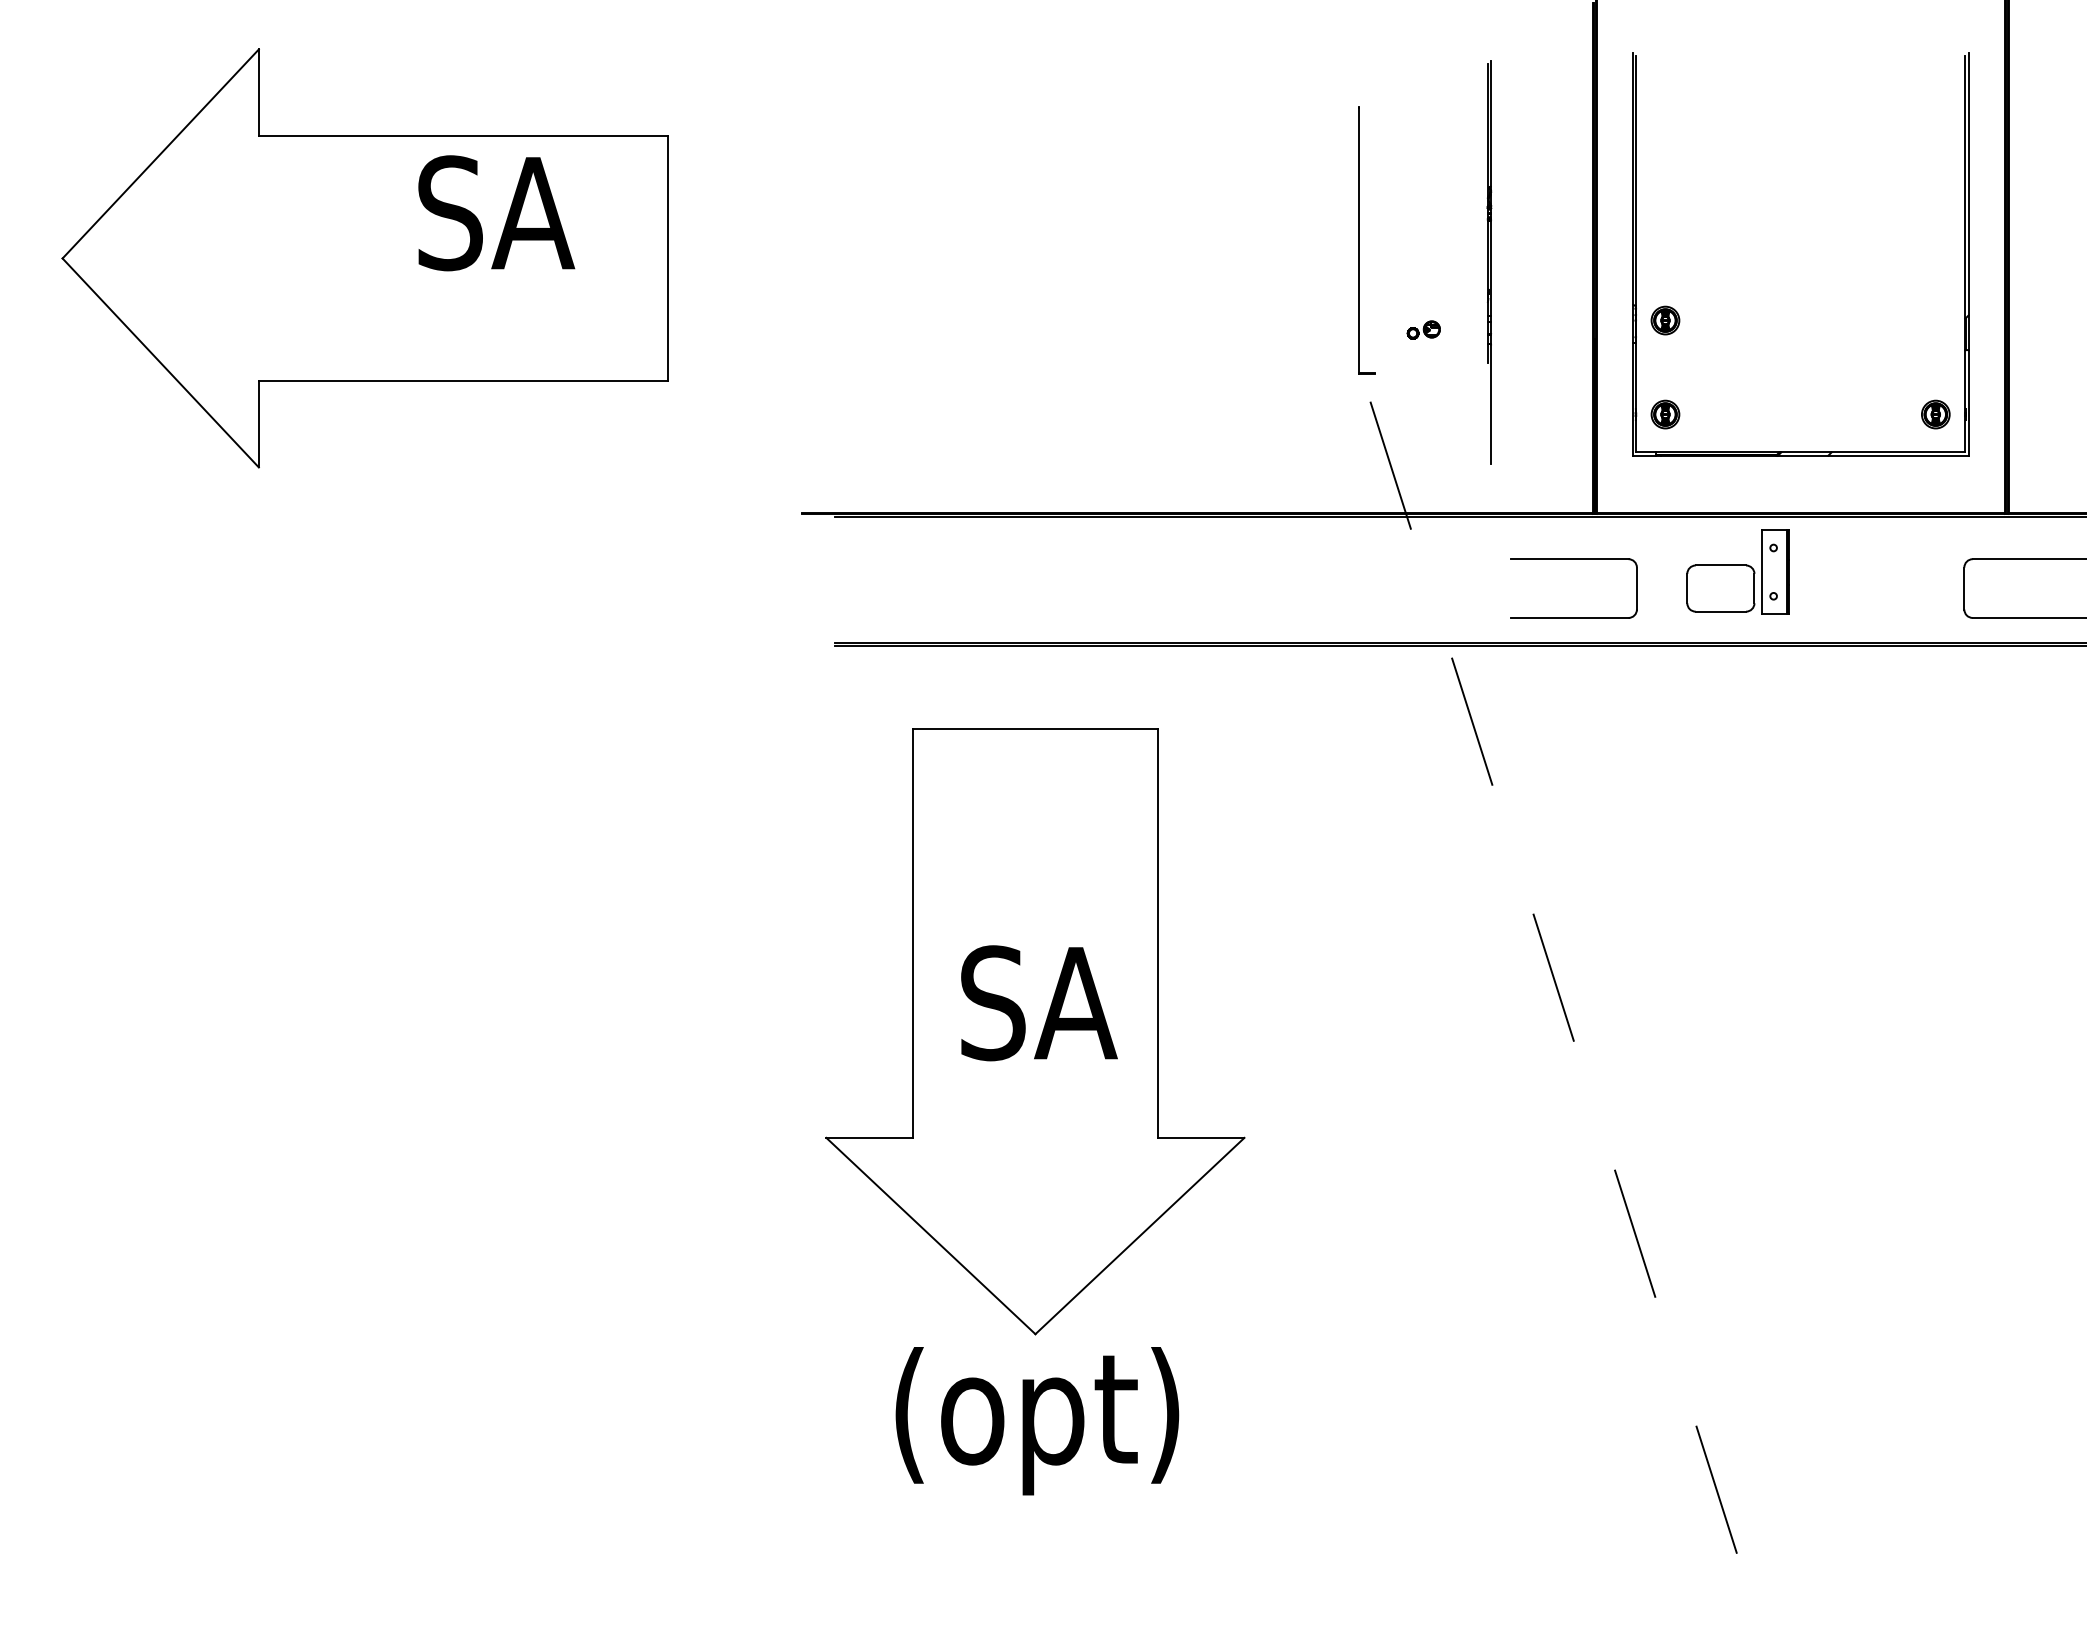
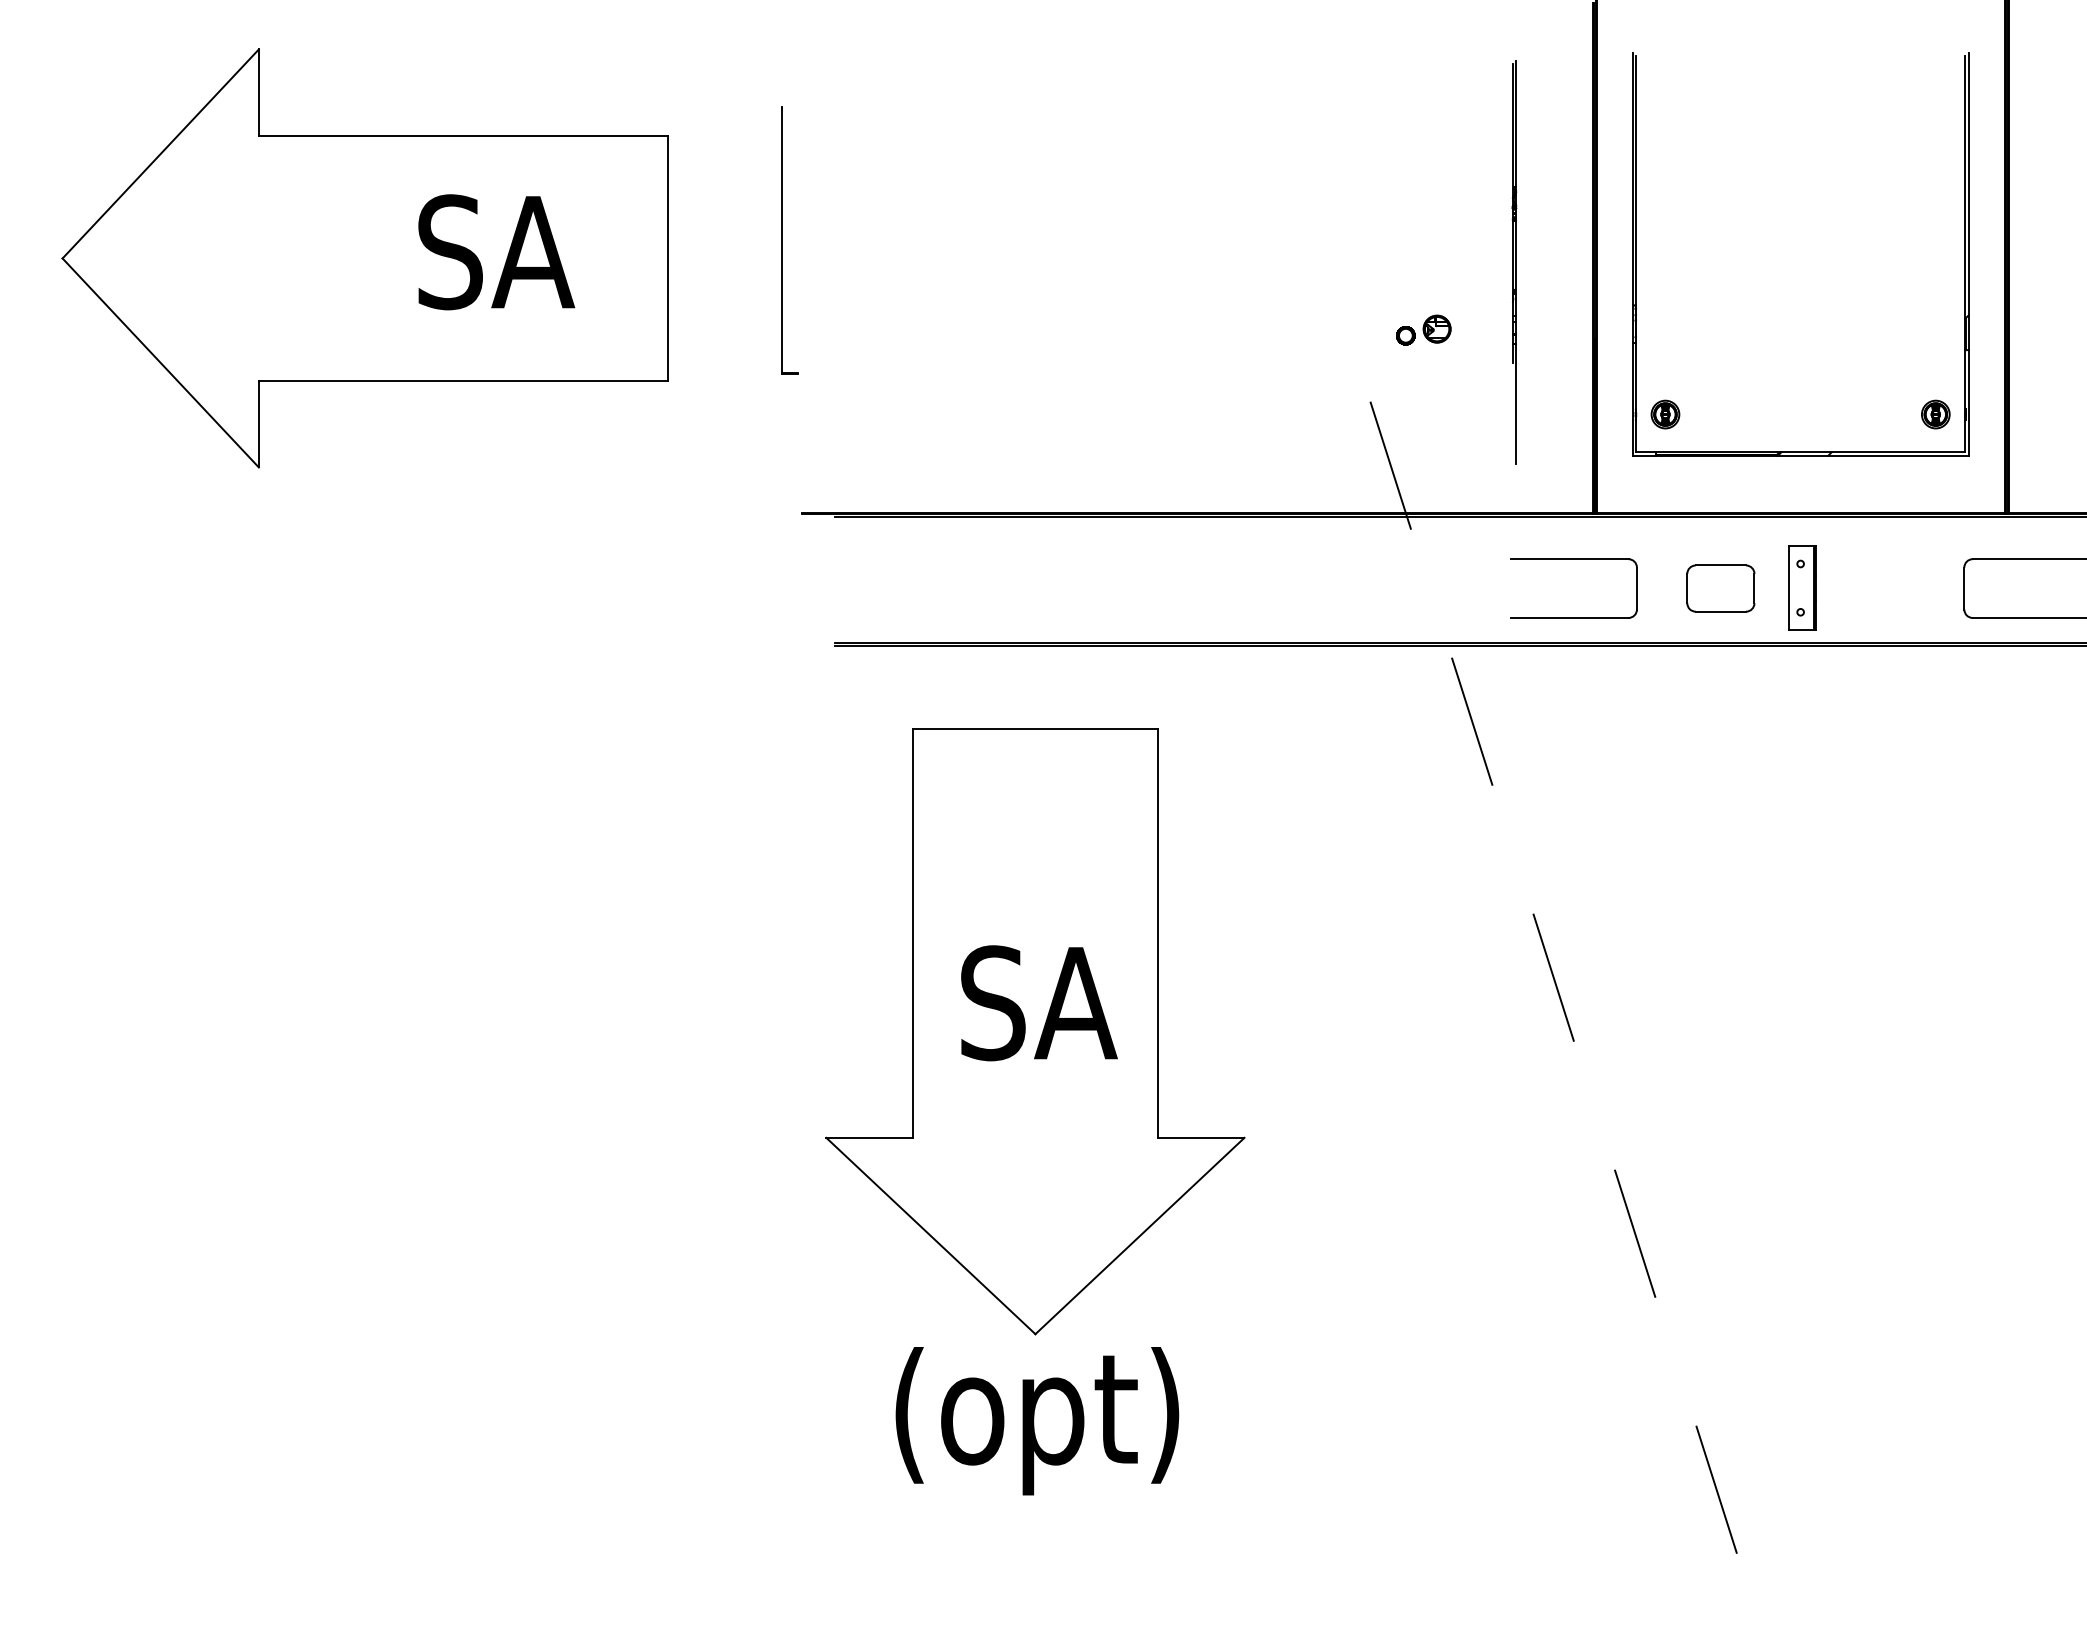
text at (496, 213) position: (496, 213) -> (496, 252)
part at (1359, 240) position: (1359, 240) -> (782, 240)
part at (1489, 262) position: (1489, 262) -> (1514, 262)
part at (1665, 320): present -> none
part at (1423, 329) size: 35x20 px -> 56x32 px
part at (1775, 571) position: (1775, 571) -> (1802, 587)
